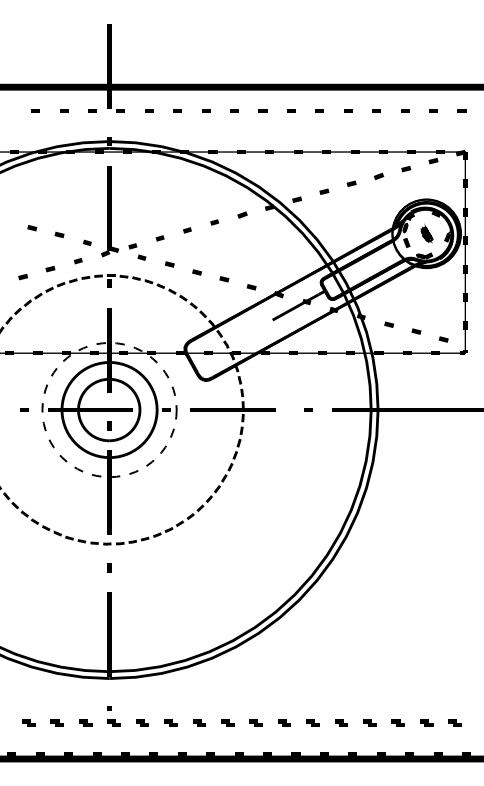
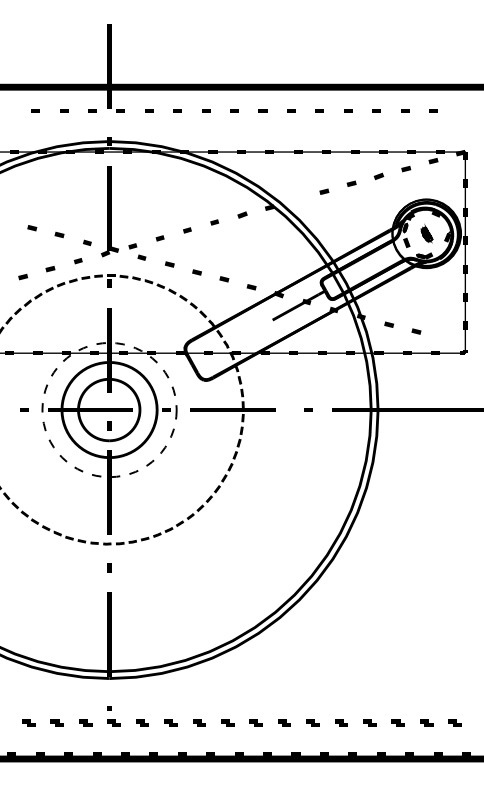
line at (461, 110): present -> none
line at (296, 199): present -> none
line at (443, 339): present -> none
